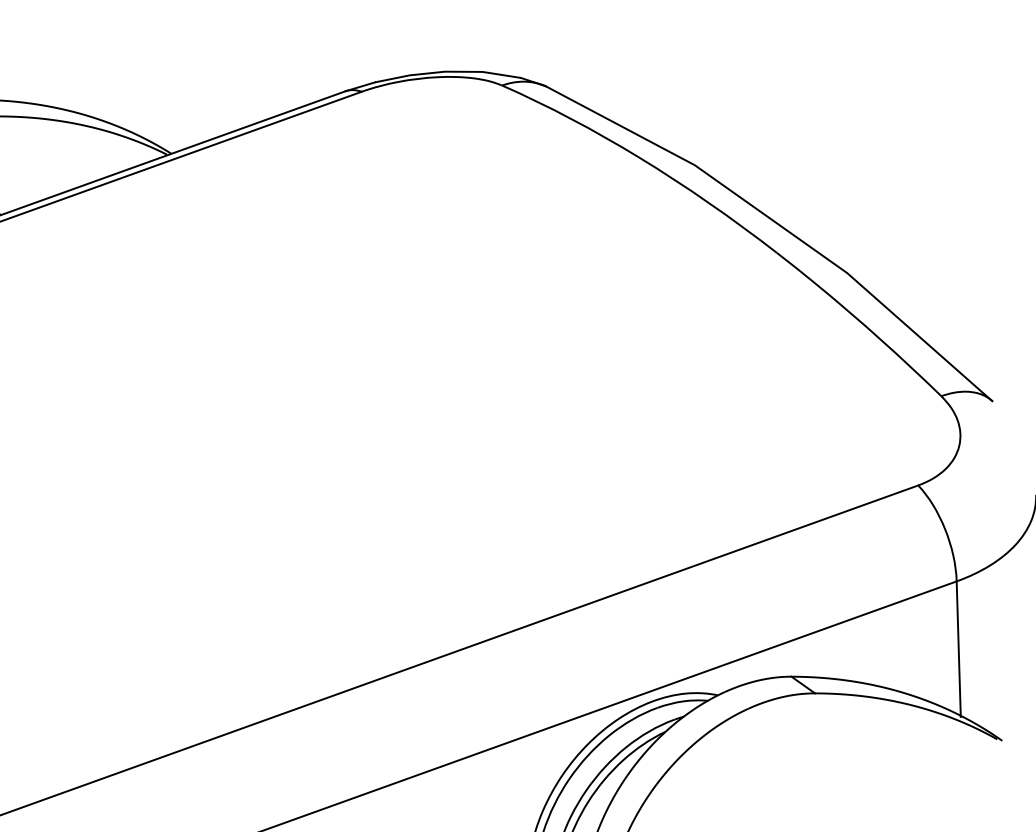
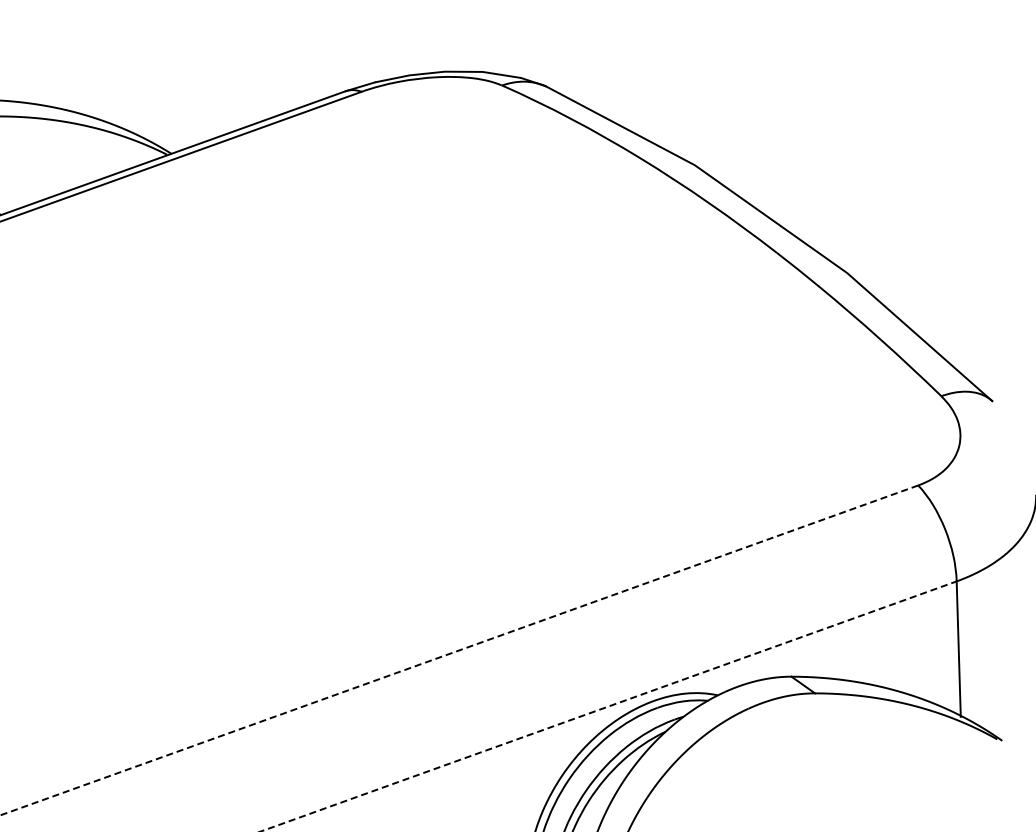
line at (459, 650): solid -> dashed
line at (608, 706): solid -> dashed
